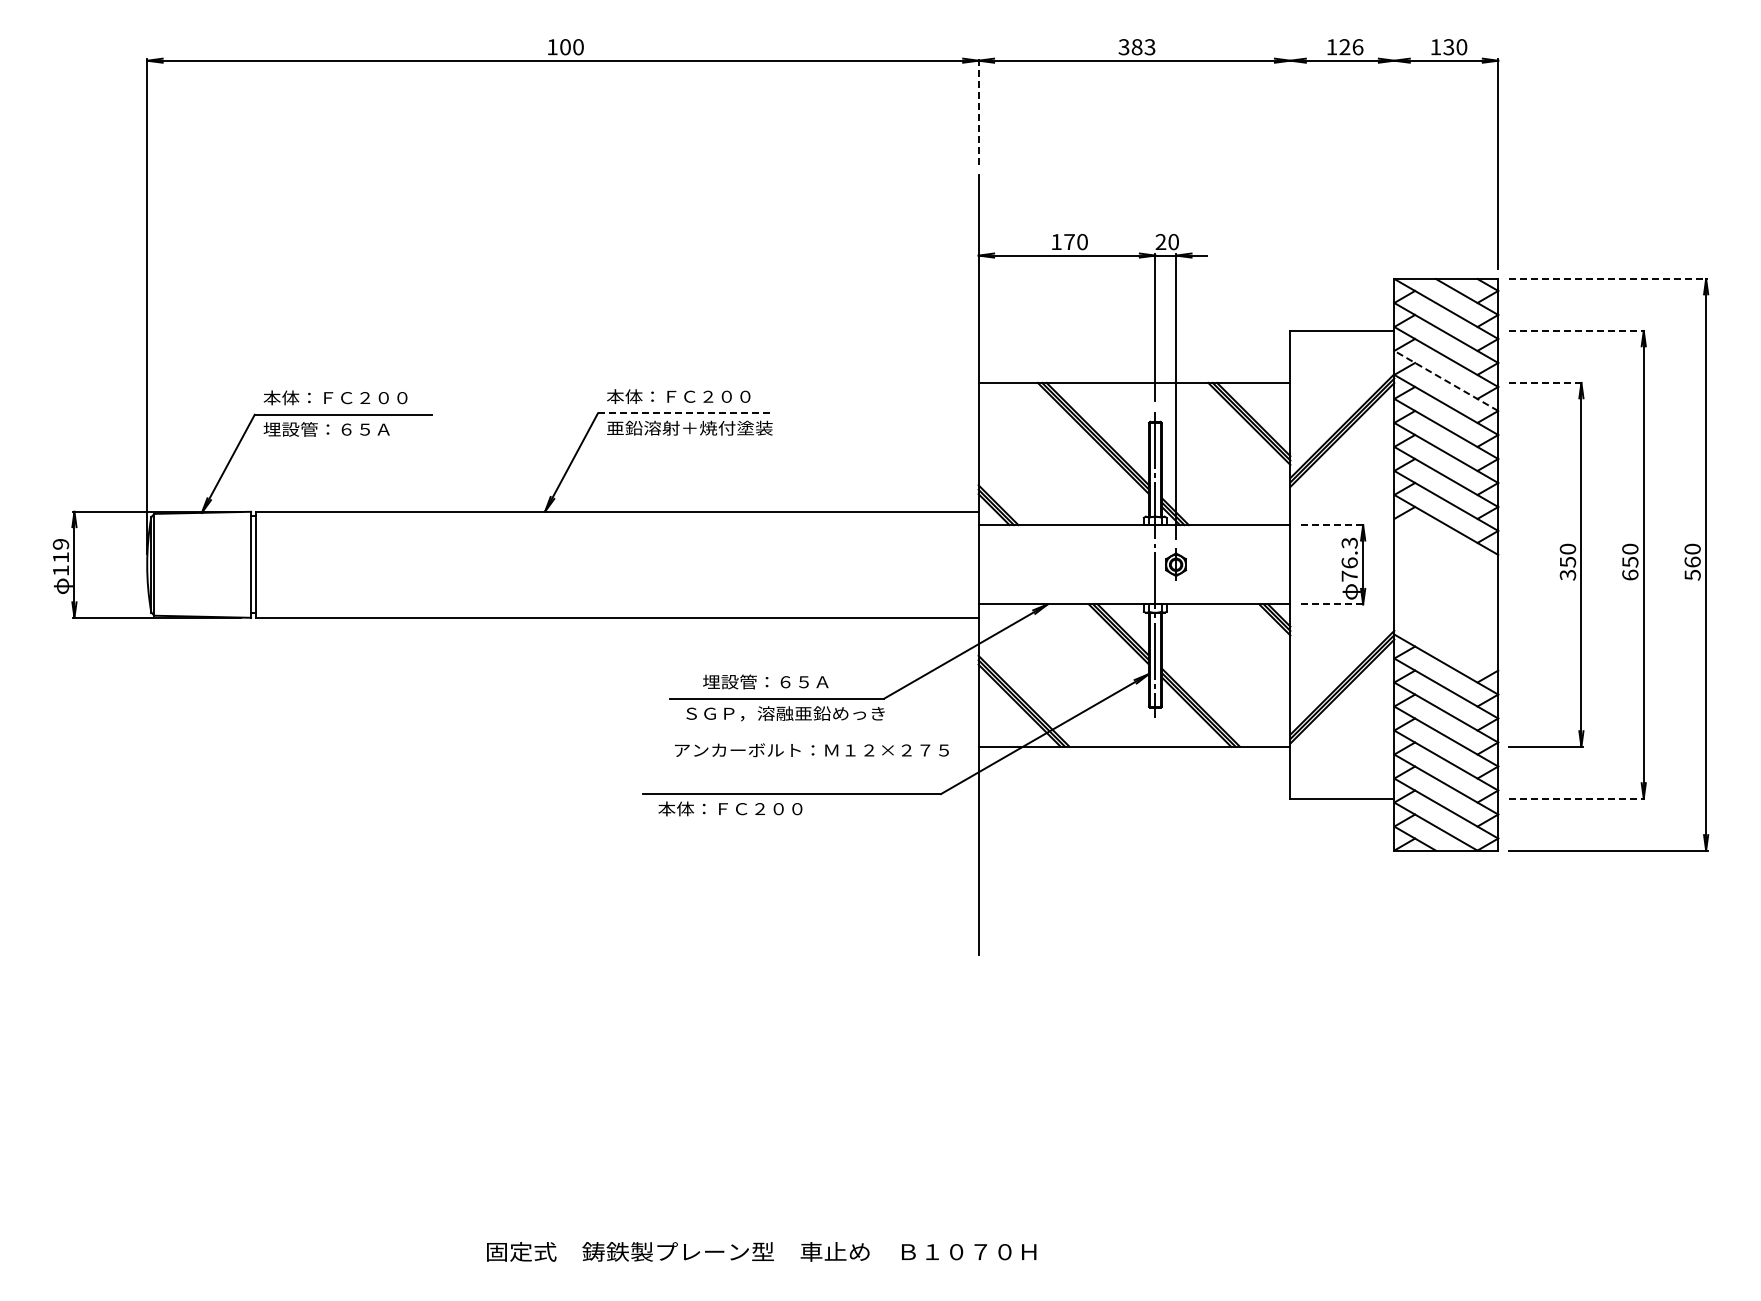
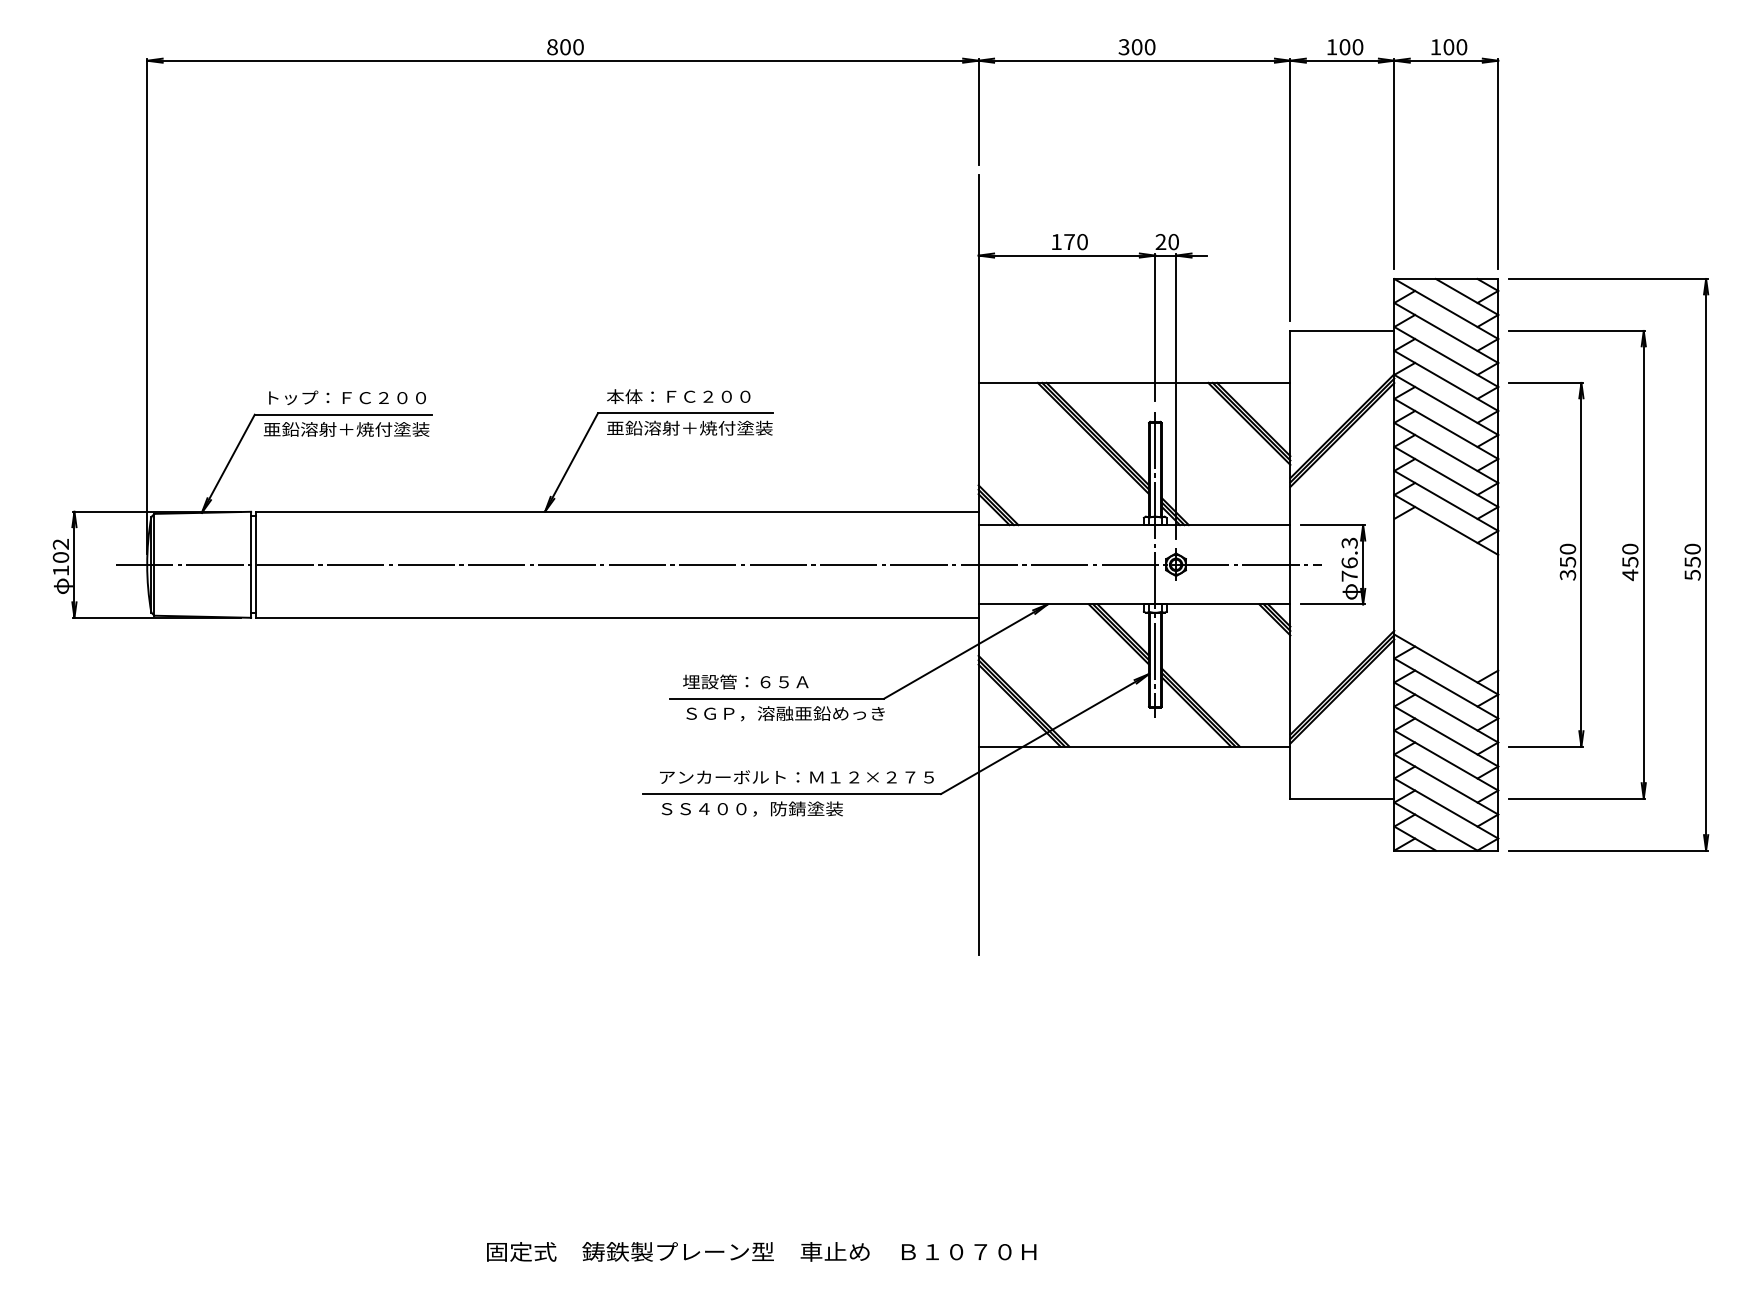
text at (552, 47): 100 -> 800
text at (1143, 47): 383 -> 300
text at (1351, 47): 126 -> 100
text at (1448, 47): 130 -> 100
line at (978, 111): dashed -> solid
line at (1394, 163): none -> present
line at (1290, 189): none -> present
line at (1608, 279): dashed -> solid
line at (1577, 330): dashed -> solid
line at (1445, 380): dashed -> solid
line at (1546, 382): dashed -> solid
text at (344, 397): 本体：ＦＣ２００ -> トップ：ＦＣ２００
line at (685, 413): dashed -> solid
text at (346, 429): 埋設管：６５Ａ -> 亜鉛溶射＋焼付塗装
line at (1332, 525): dashed -> solid
text at (60, 550): 119 -> 102
text at (1692, 561): 560 -> 550
line at (718, 564): none -> present
text at (1630, 575): 650 -> 450
line at (1332, 604): dashed -> solid
text at (765, 681) position: (765, 681) -> (745, 681)
text at (811, 750) position: (811, 750) -> (796, 777)
line at (1577, 798): dashed -> solid
text at (750, 808): 本体：ＦＣ２００ -> ＳＳ４００，防錆塗装
